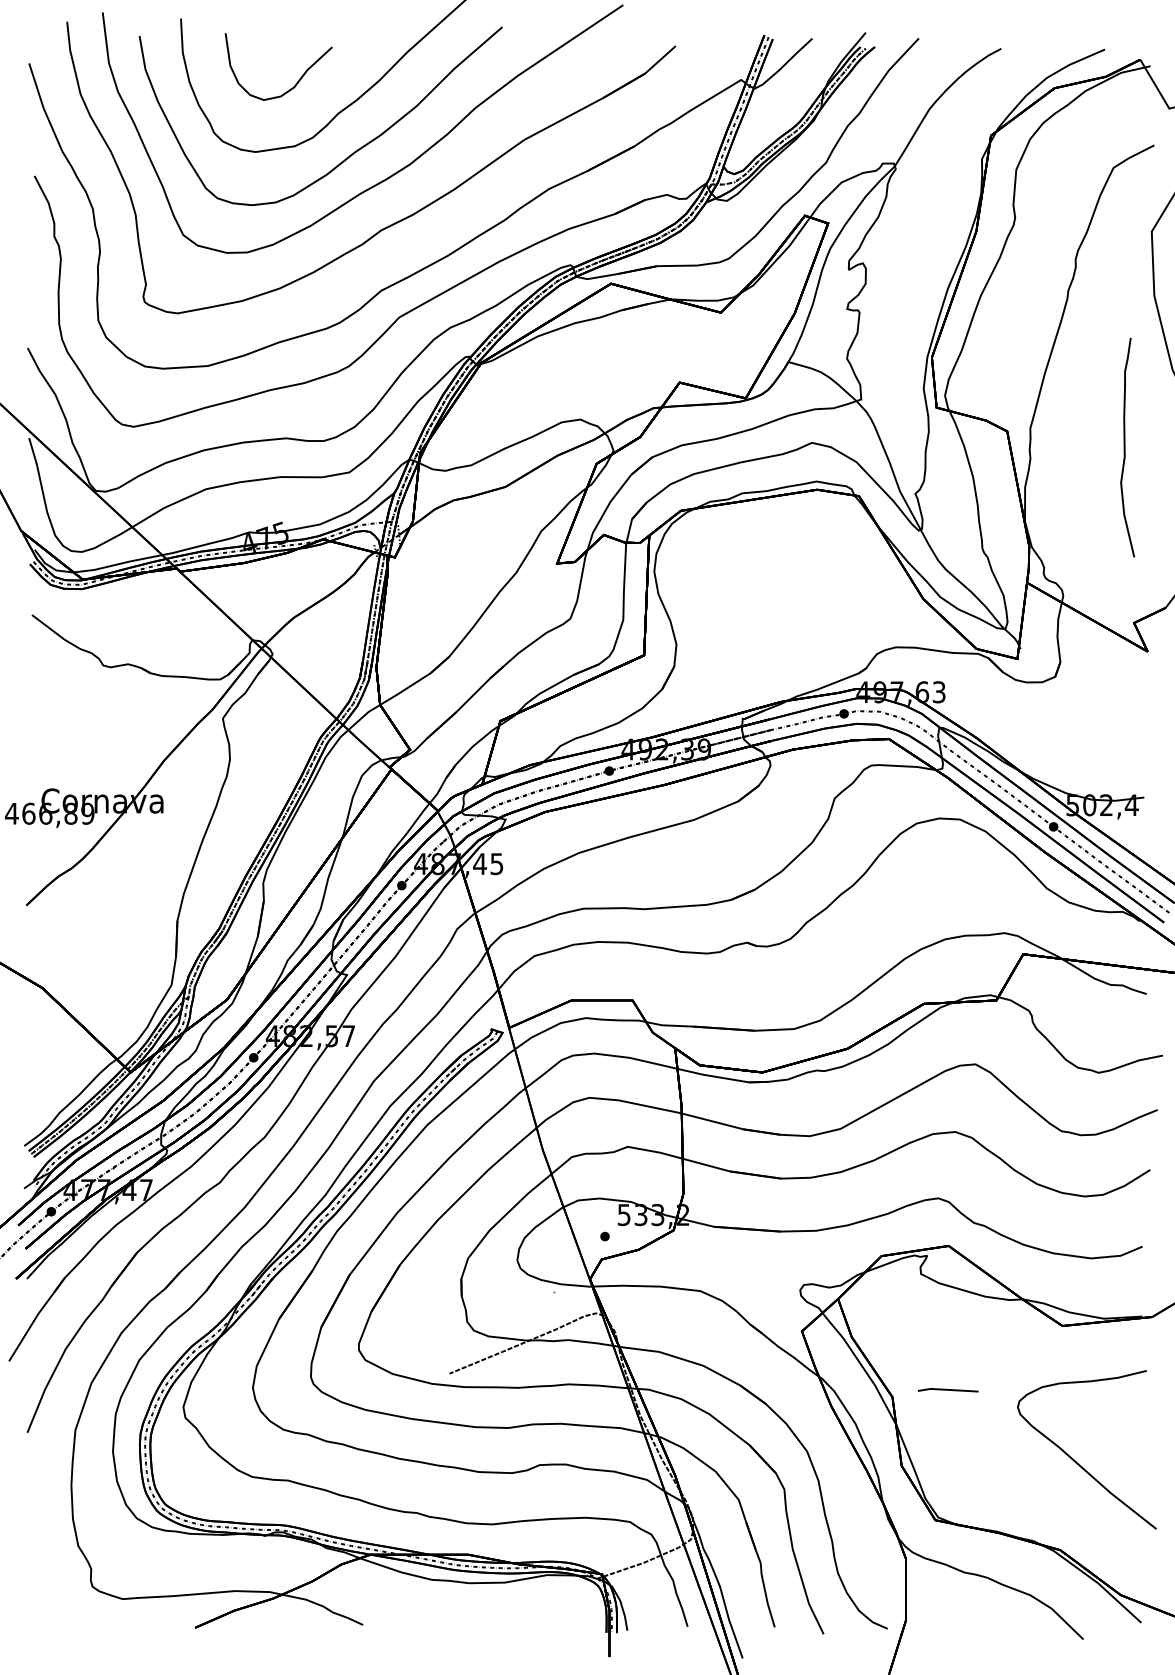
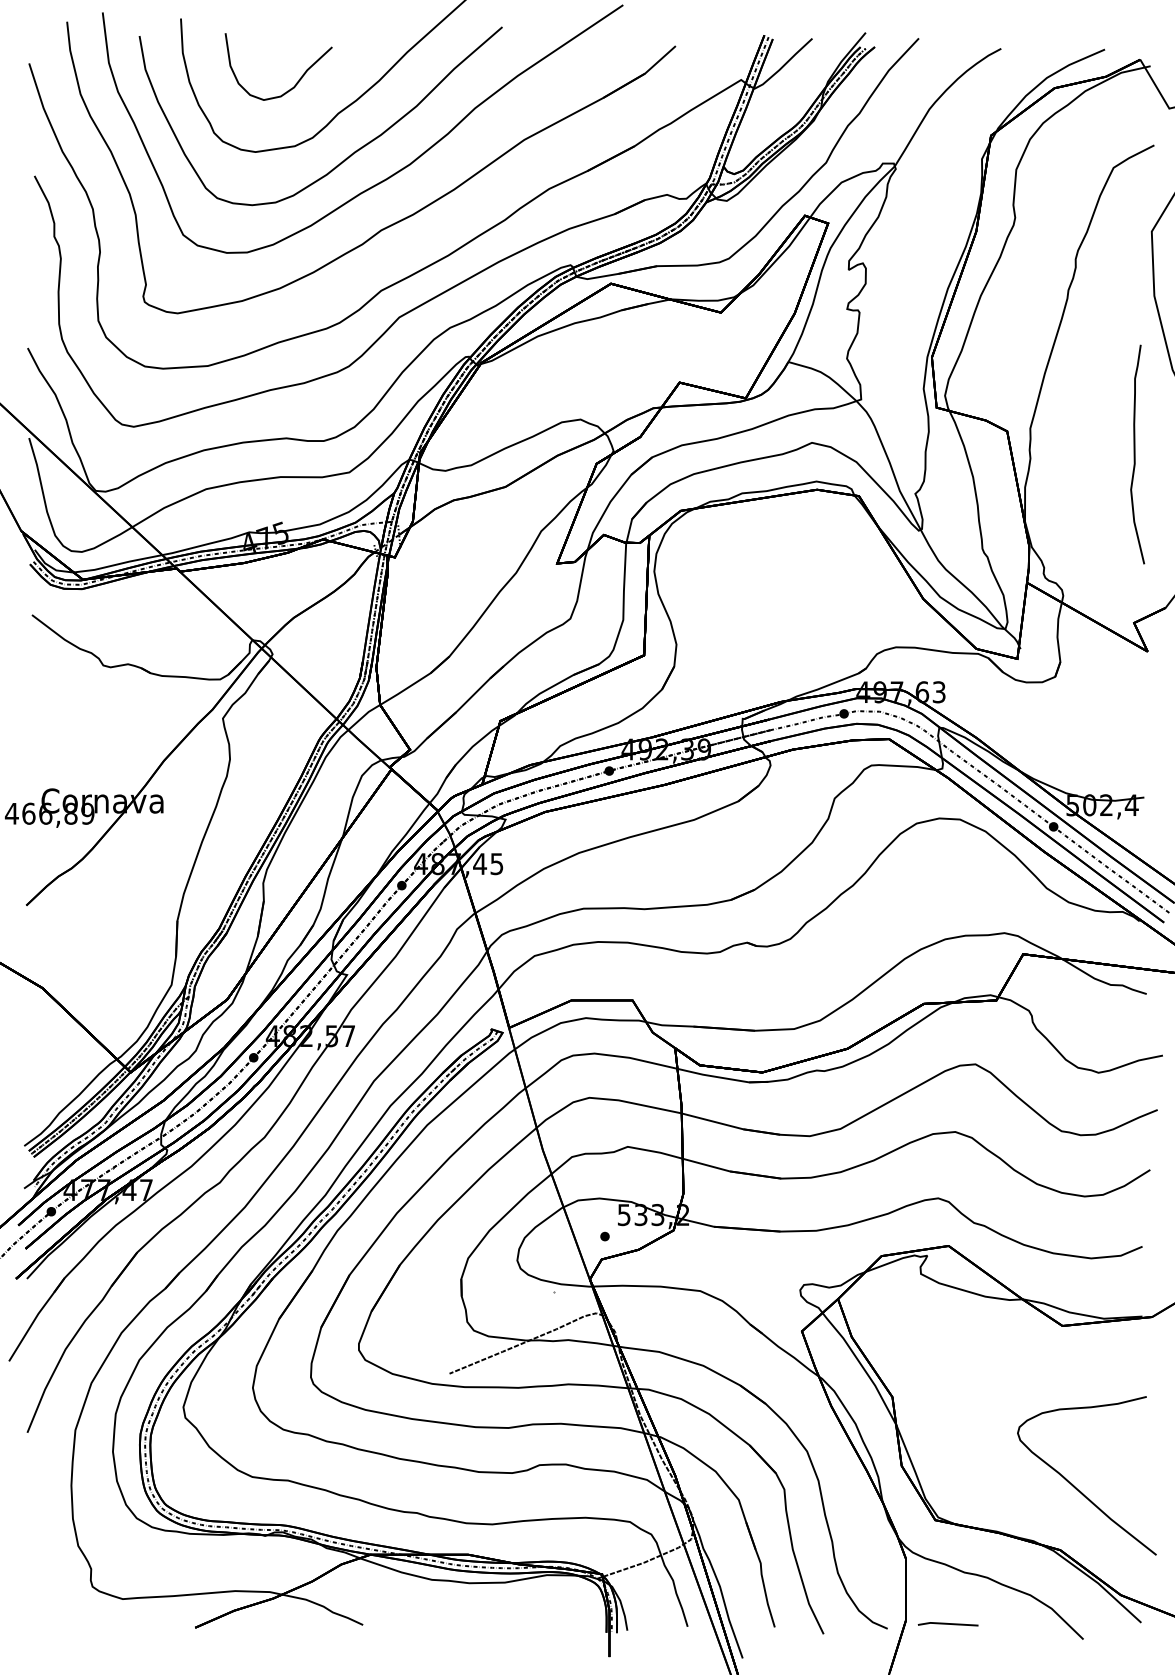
curve at (1125, 447) position: (1125, 447) -> (1135, 454)
line at (947, 1390) position: (947, 1390) -> (947, 1624)
curve at (1075, 1460) position: (1075, 1460) -> (1075, 1486)
